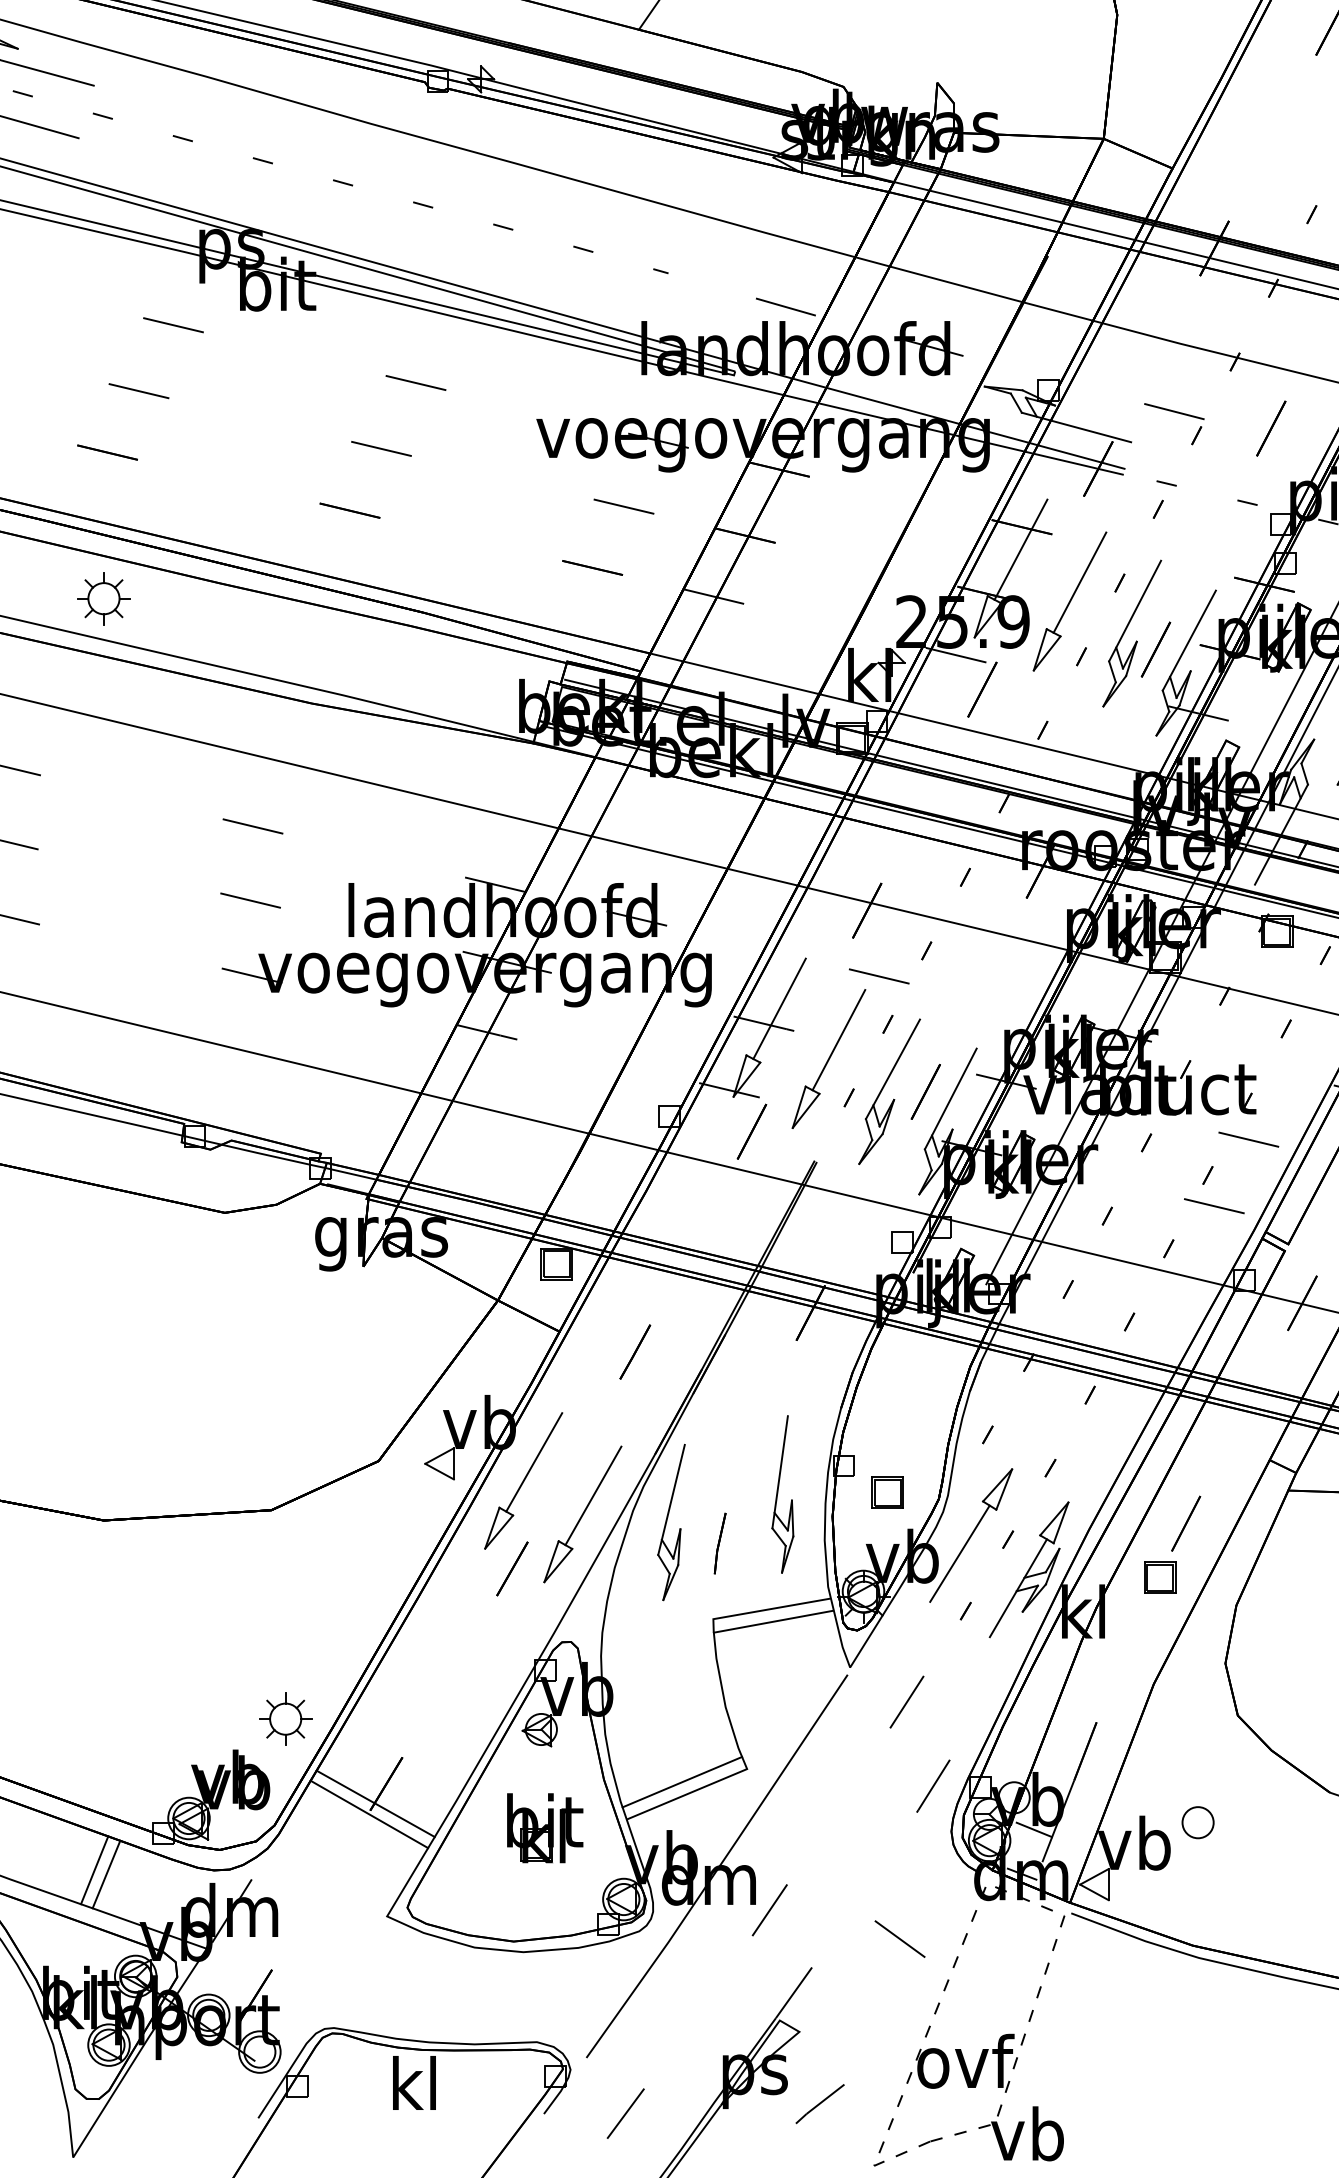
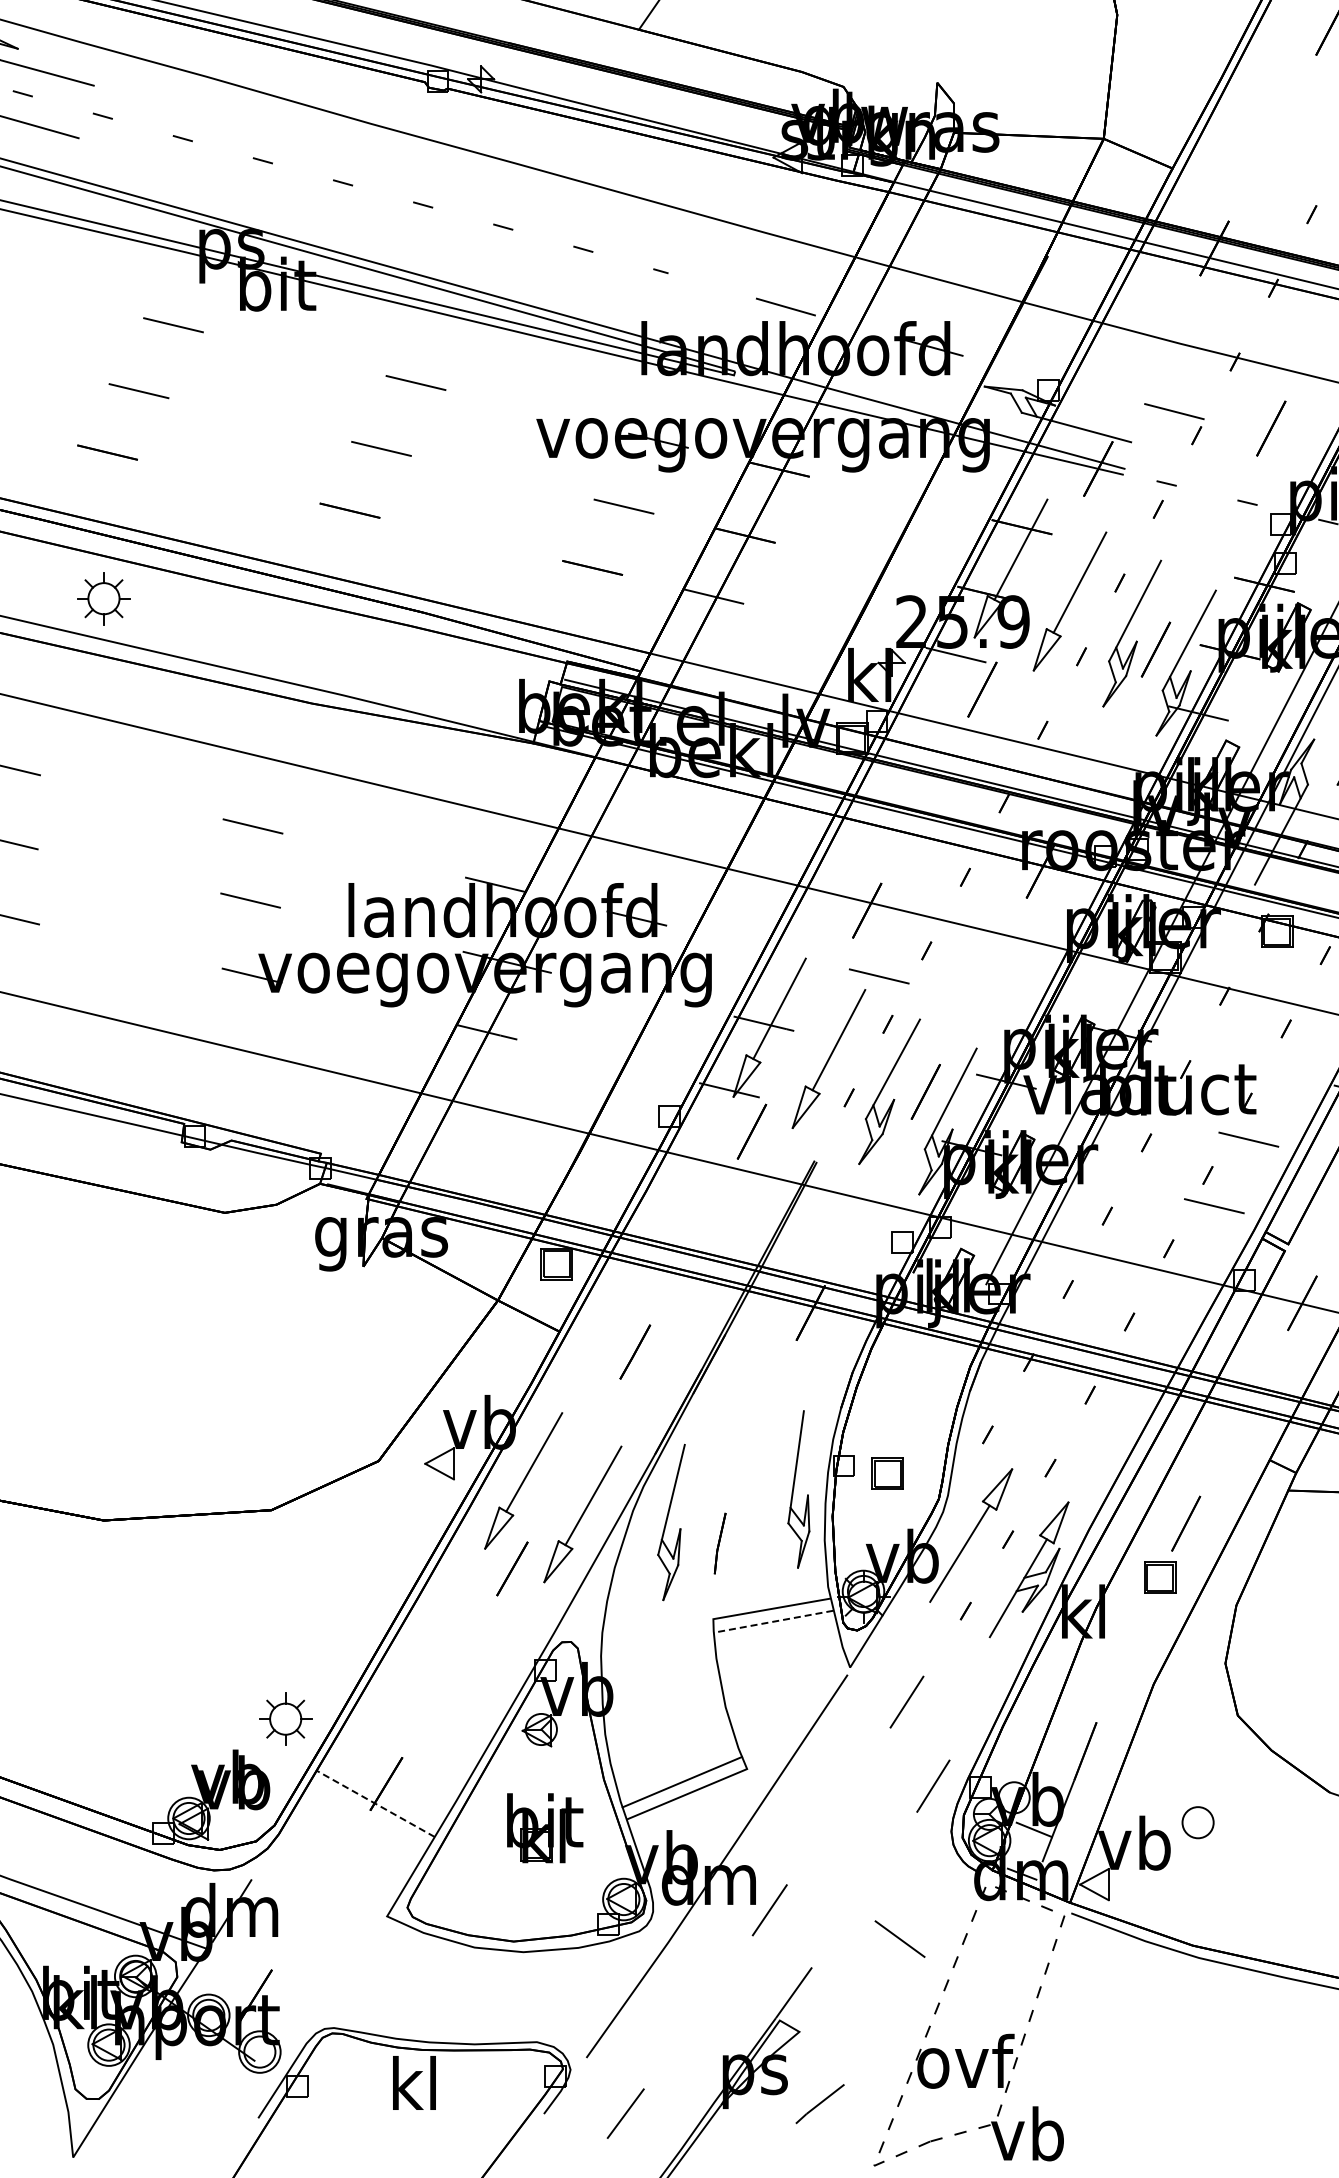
part at (887, 1492) position: (887, 1492) -> (887, 1473)
part at (782, 1494) position: (782, 1494) -> (798, 1489)
line at (773, 1621): solid -> dashed
line at (375, 1803): solid -> dashed
line at (369, 1814): present -> none
line at (94, 1870): present -> none
line at (106, 1874): present -> none
